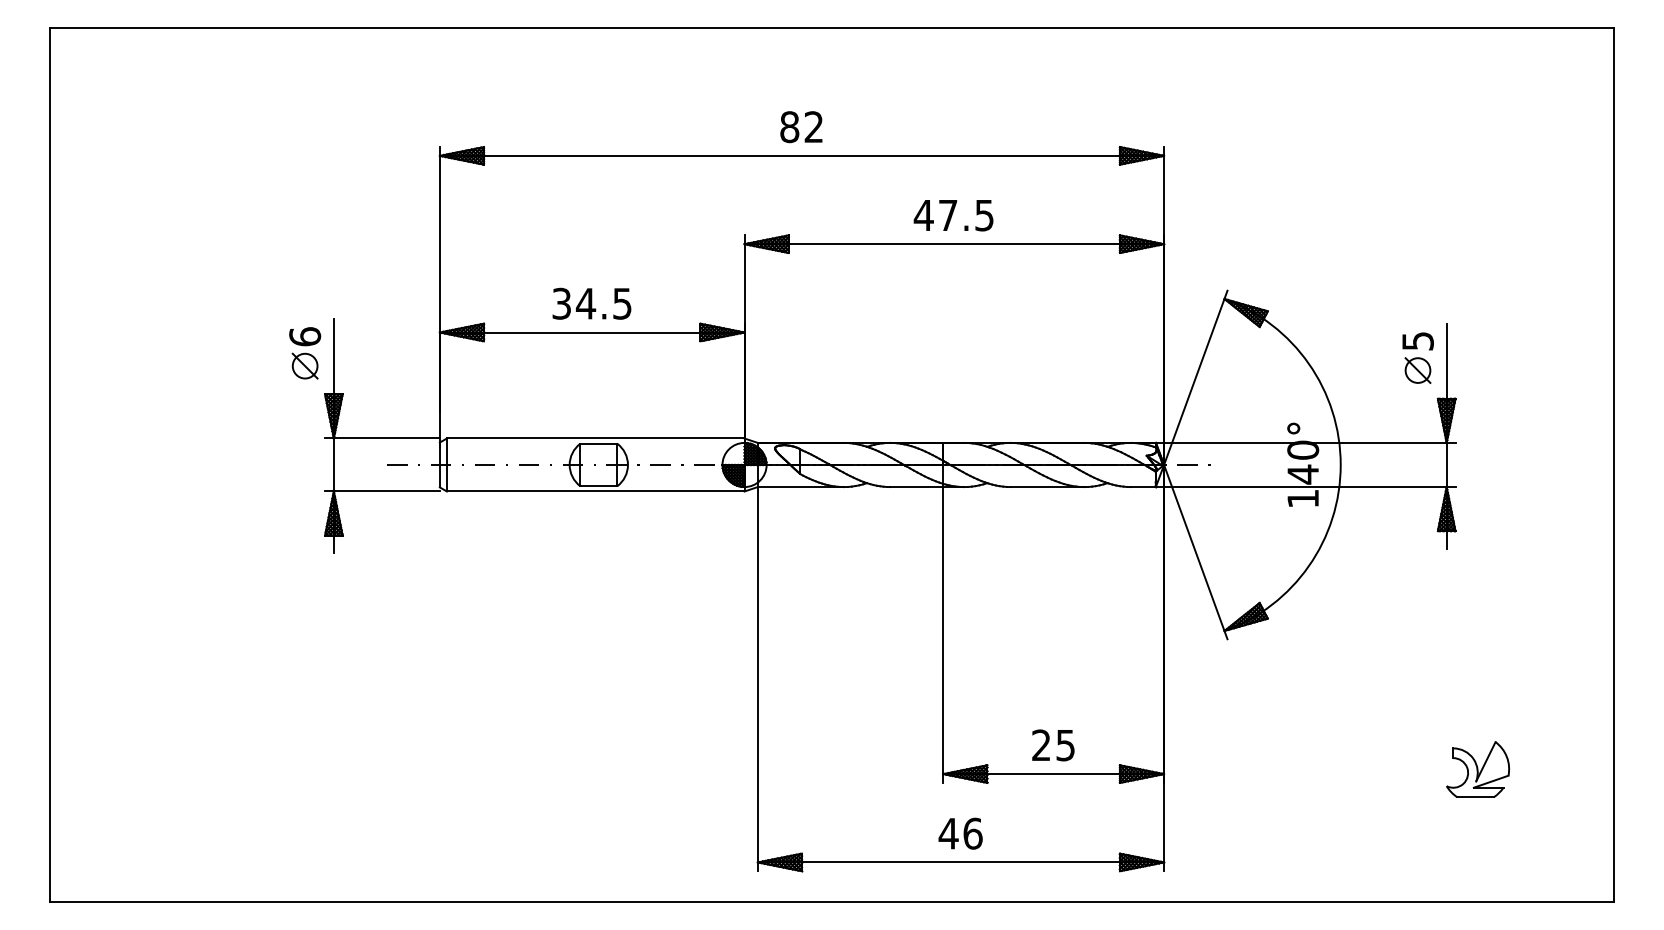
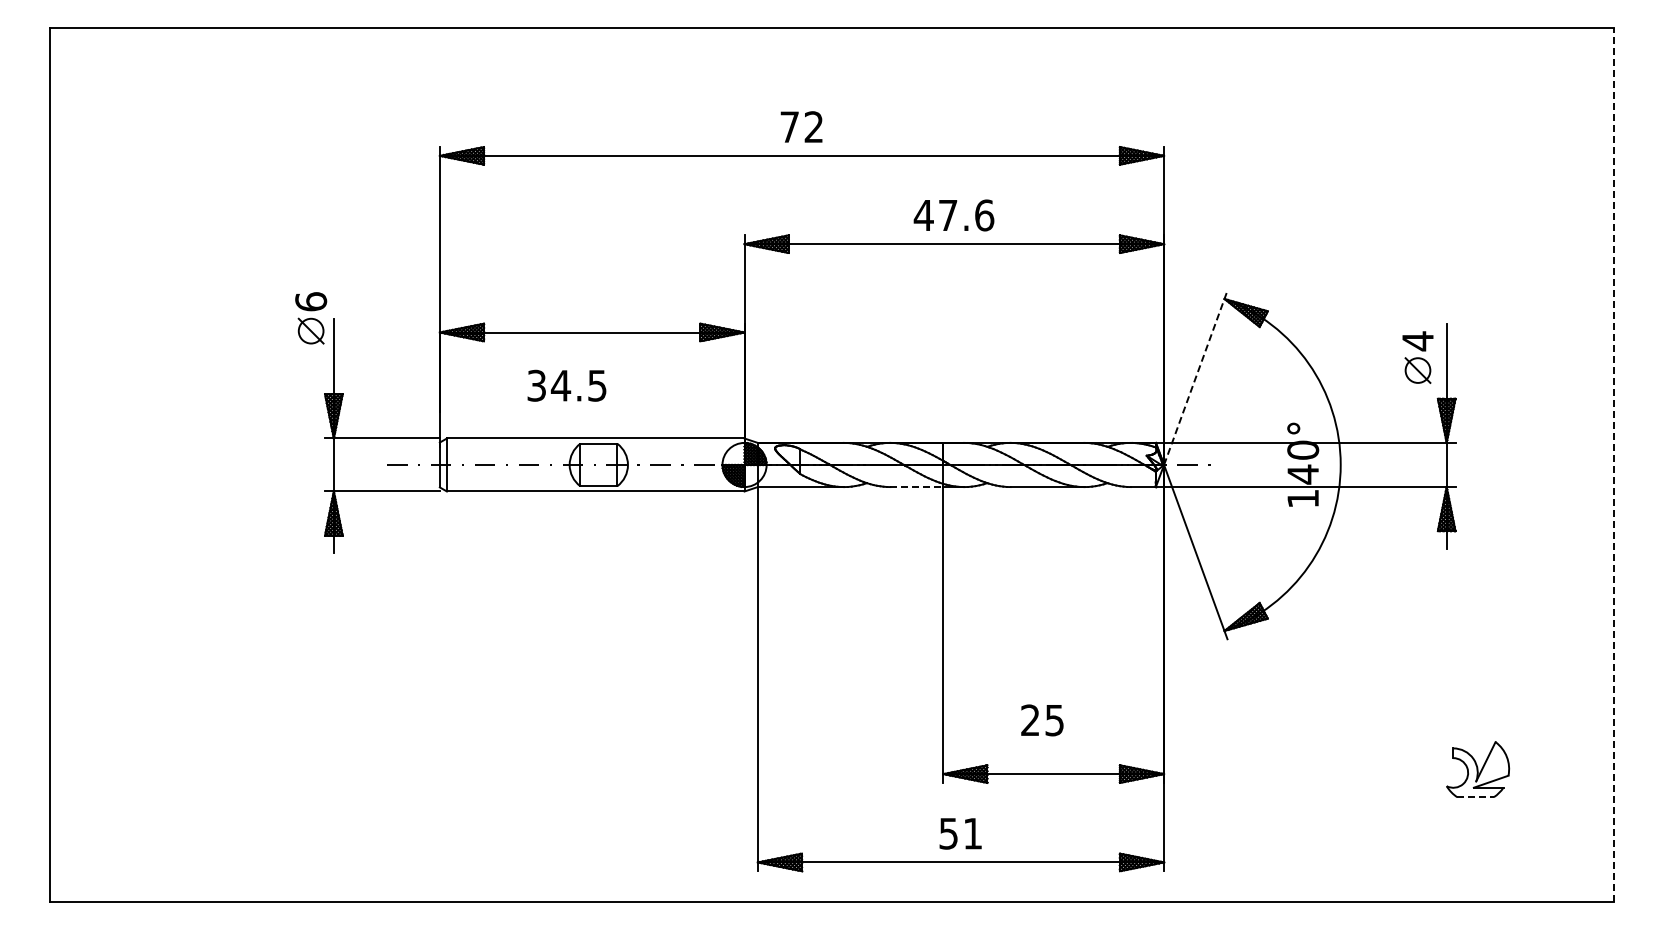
text at (789, 127): 82 -> 72
text at (984, 215): 47.5 -> 47.6
text at (591, 303) position: (591, 303) -> (566, 385)
text at (1417, 341): 5 -> 4
part at (305, 353) position: (305, 353) -> (311, 318)
line at (1195, 377): solid -> dashed
line at (1614, 464): solid -> dashed
line at (917, 487): solid -> dashed
text at (1053, 745) position: (1053, 745) -> (1042, 720)
line at (1476, 797): solid -> dashed
text at (960, 833): 46 -> 51
